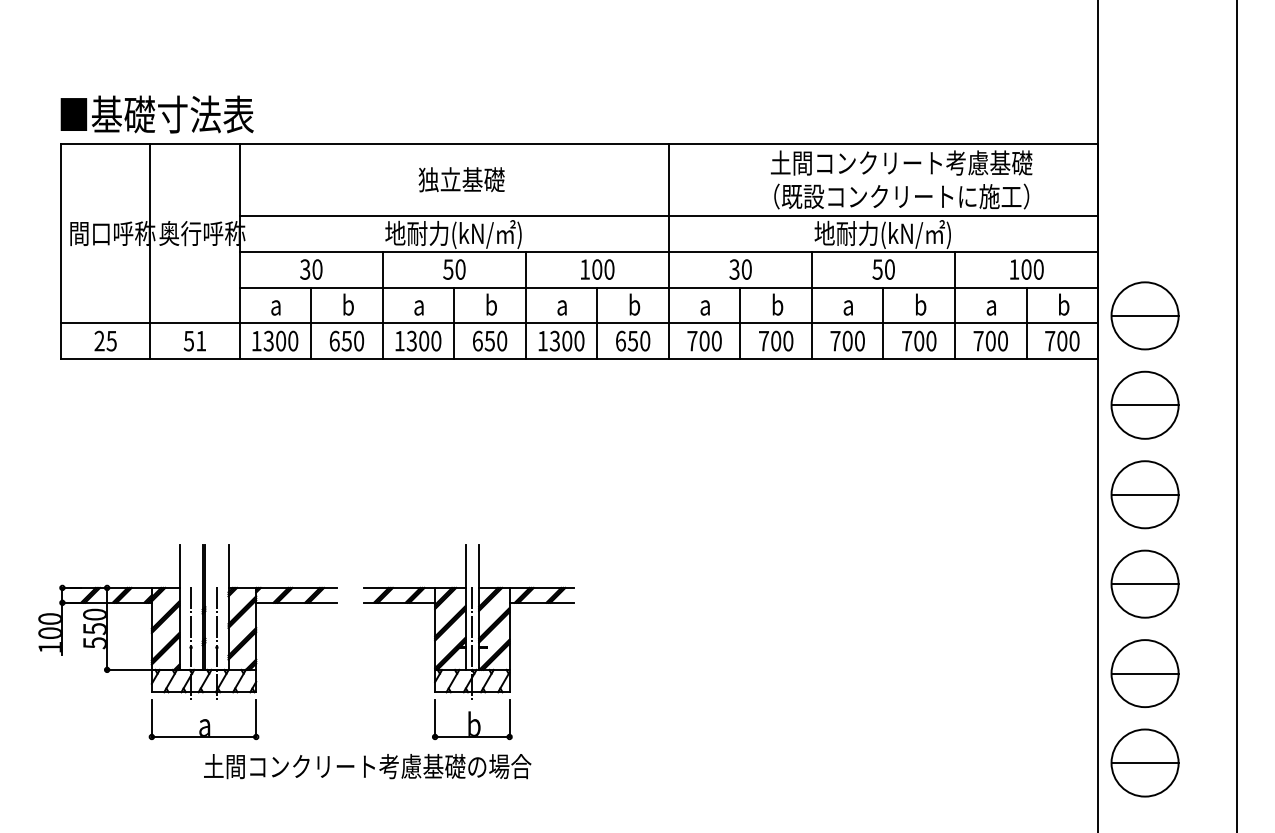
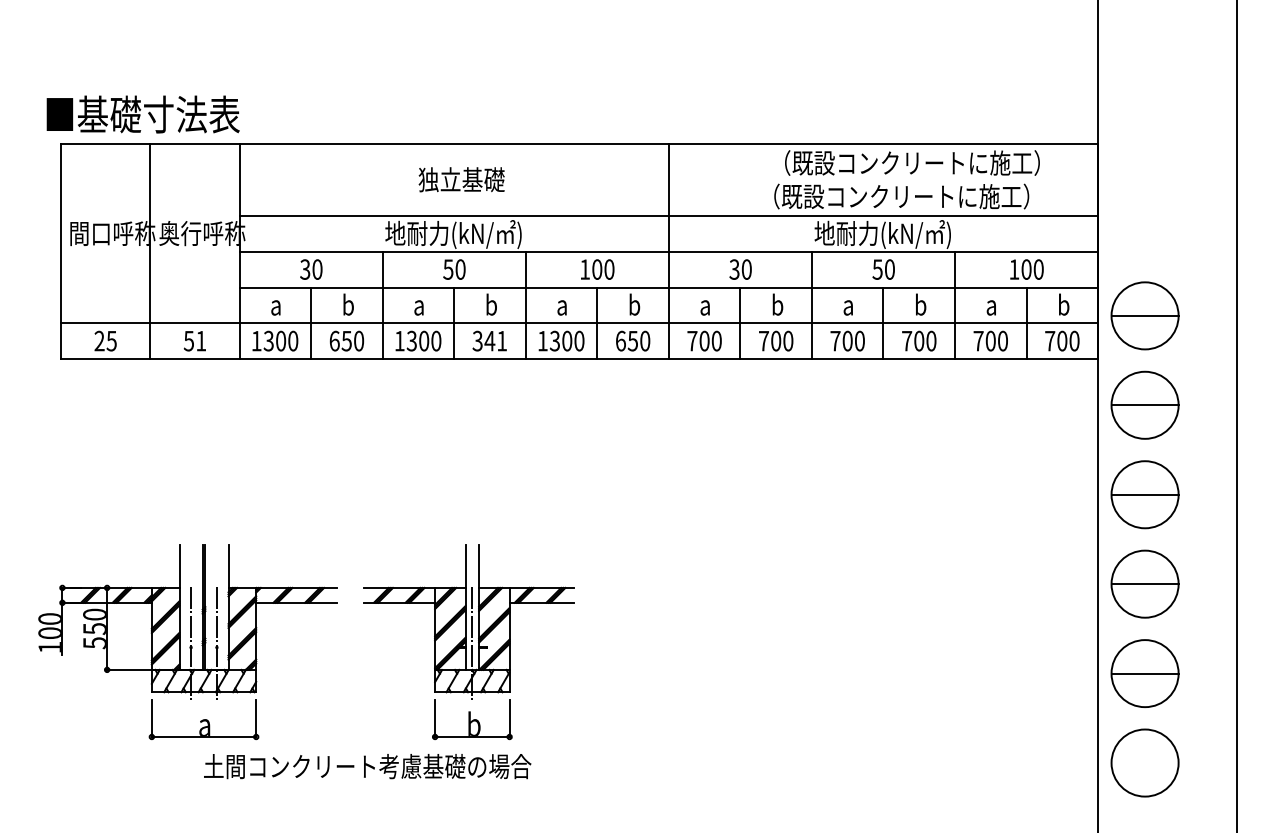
text at (156, 114) position: (156, 114) -> (142, 114)
text at (904, 162): 土間コンクリート考慮基礎 -> （既設コンクリートに施工）
text at (489, 340): 650 -> 341
line at (1144, 763): present -> none
